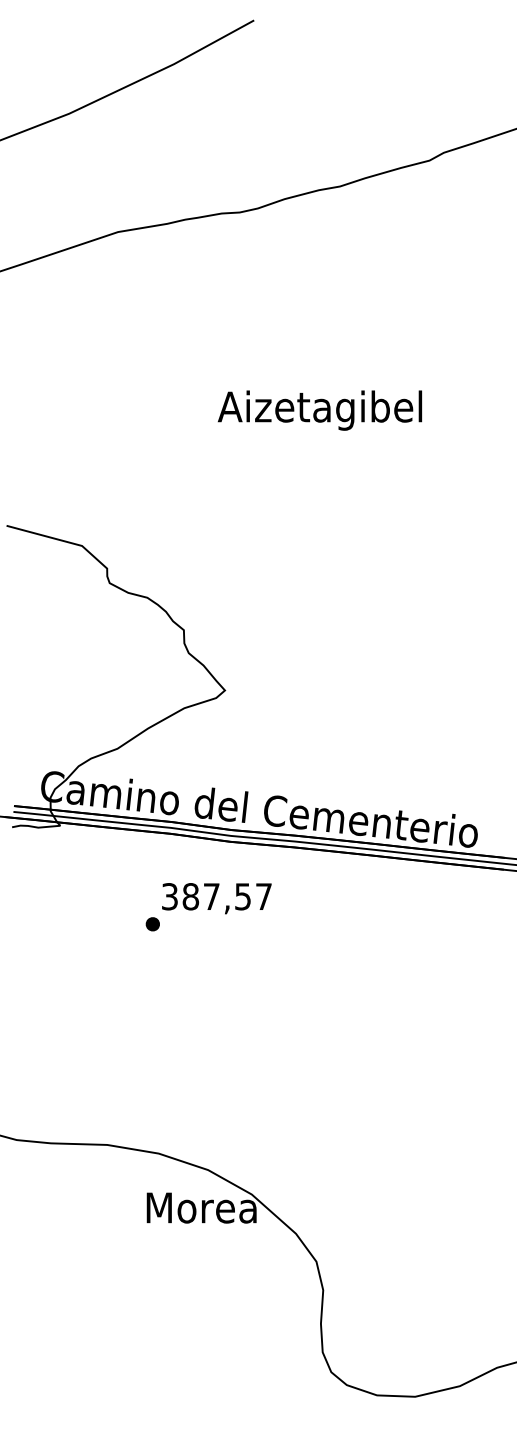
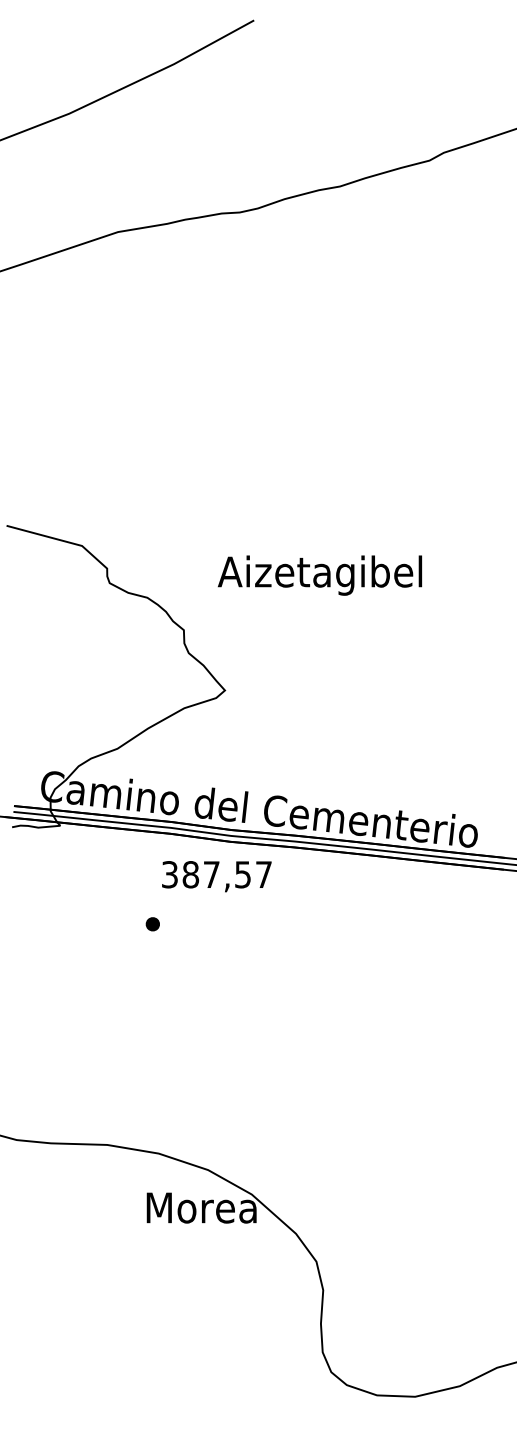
text at (319, 410) position: (319, 410) -> (319, 575)
text at (216, 898) position: (216, 898) -> (216, 876)
